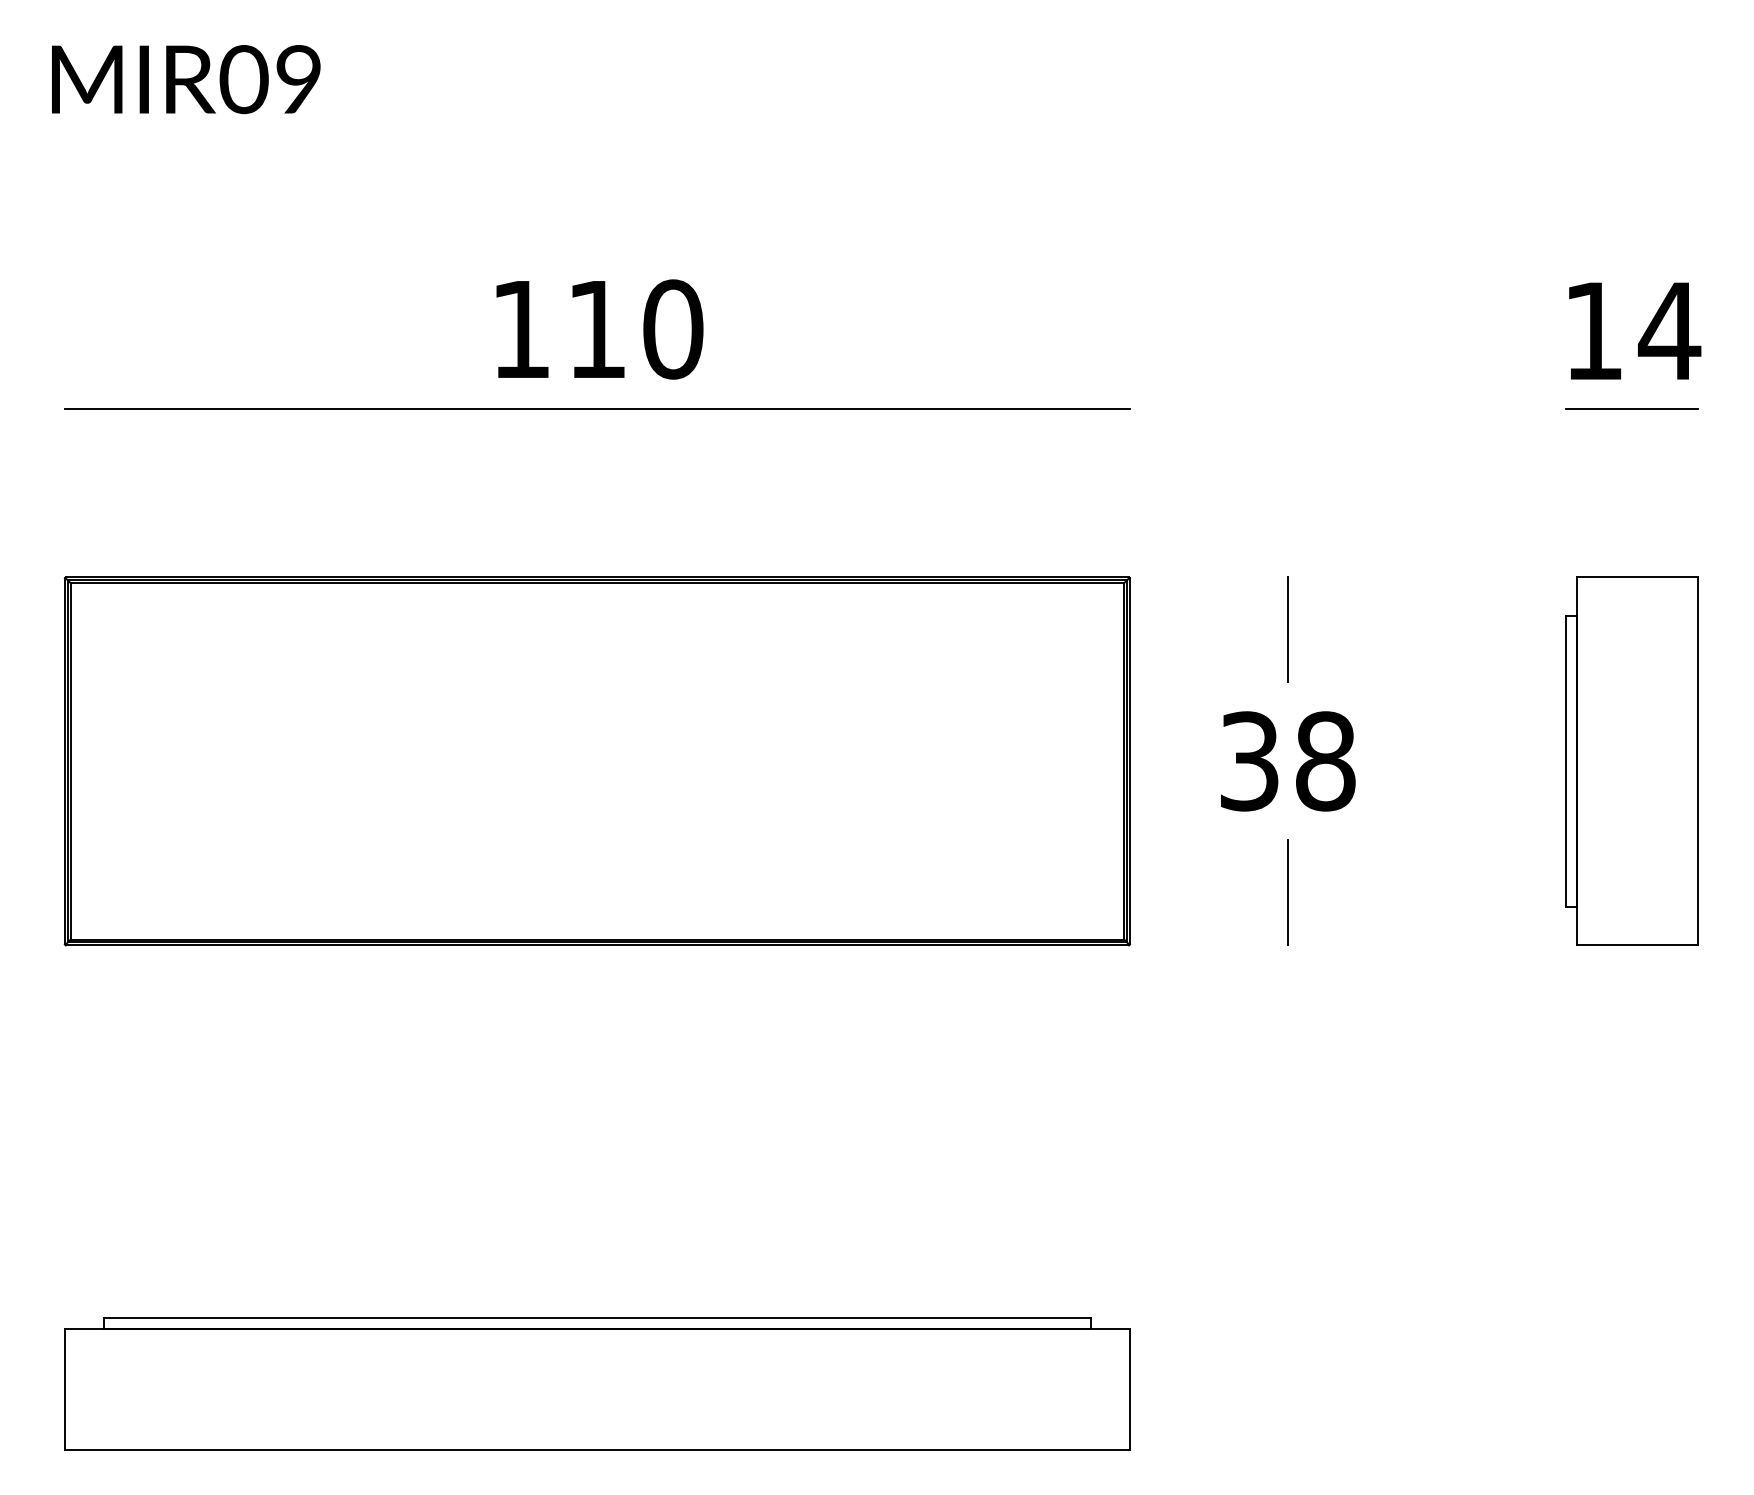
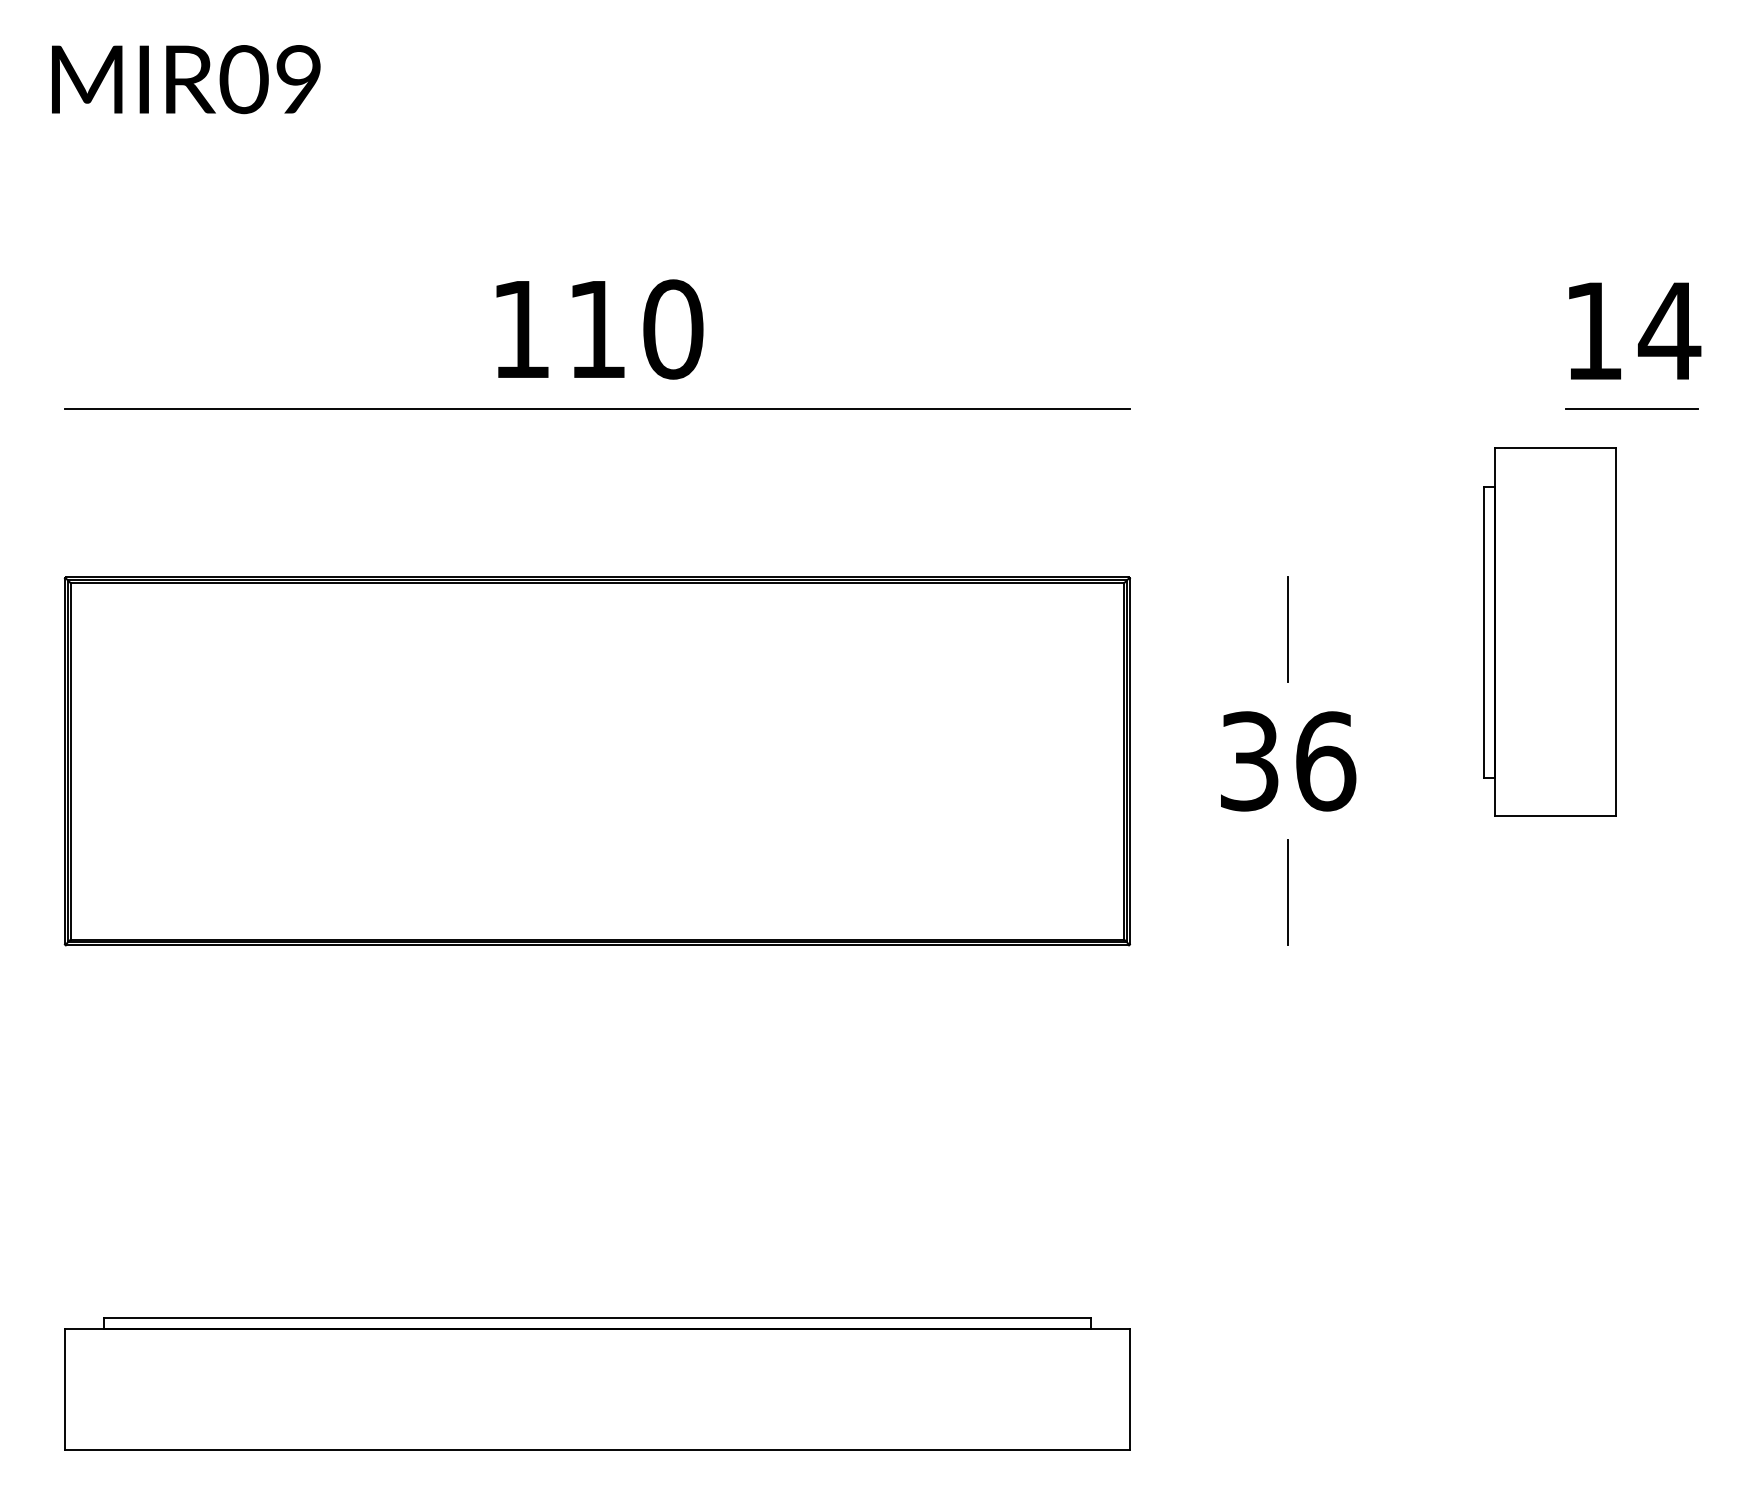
part at (1631, 760) position: (1631, 760) -> (1549, 631)
text at (1326, 761): 38 -> 36
